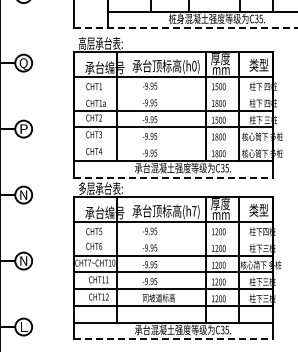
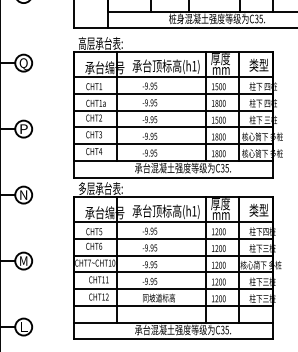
line at (185, 28): dashed -> solid
text at (194, 65): (h0) -> (h1)
line at (173, 93): none -> present
line at (173, 144): none -> present
line at (173, 177): dashed -> solid
text at (194, 211): (h7) -> (h1)
line at (173, 238): none -> present
text at (23, 260): N -> M
line at (173, 339): dashed -> solid
